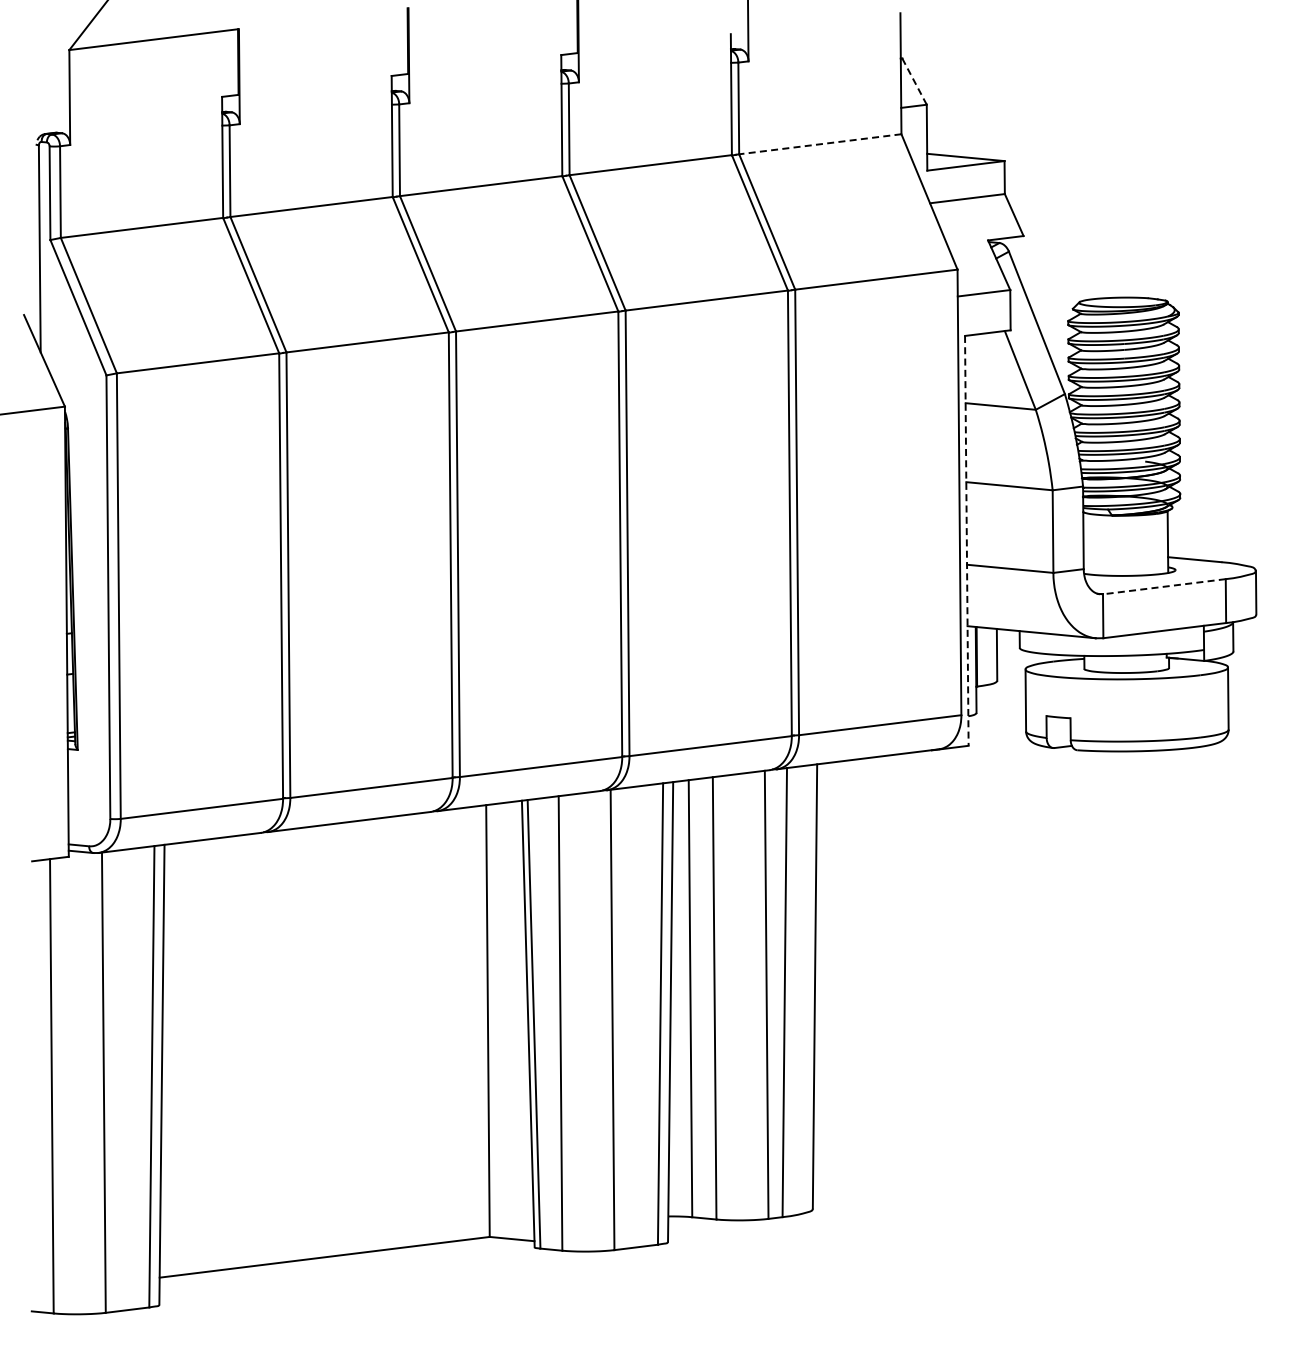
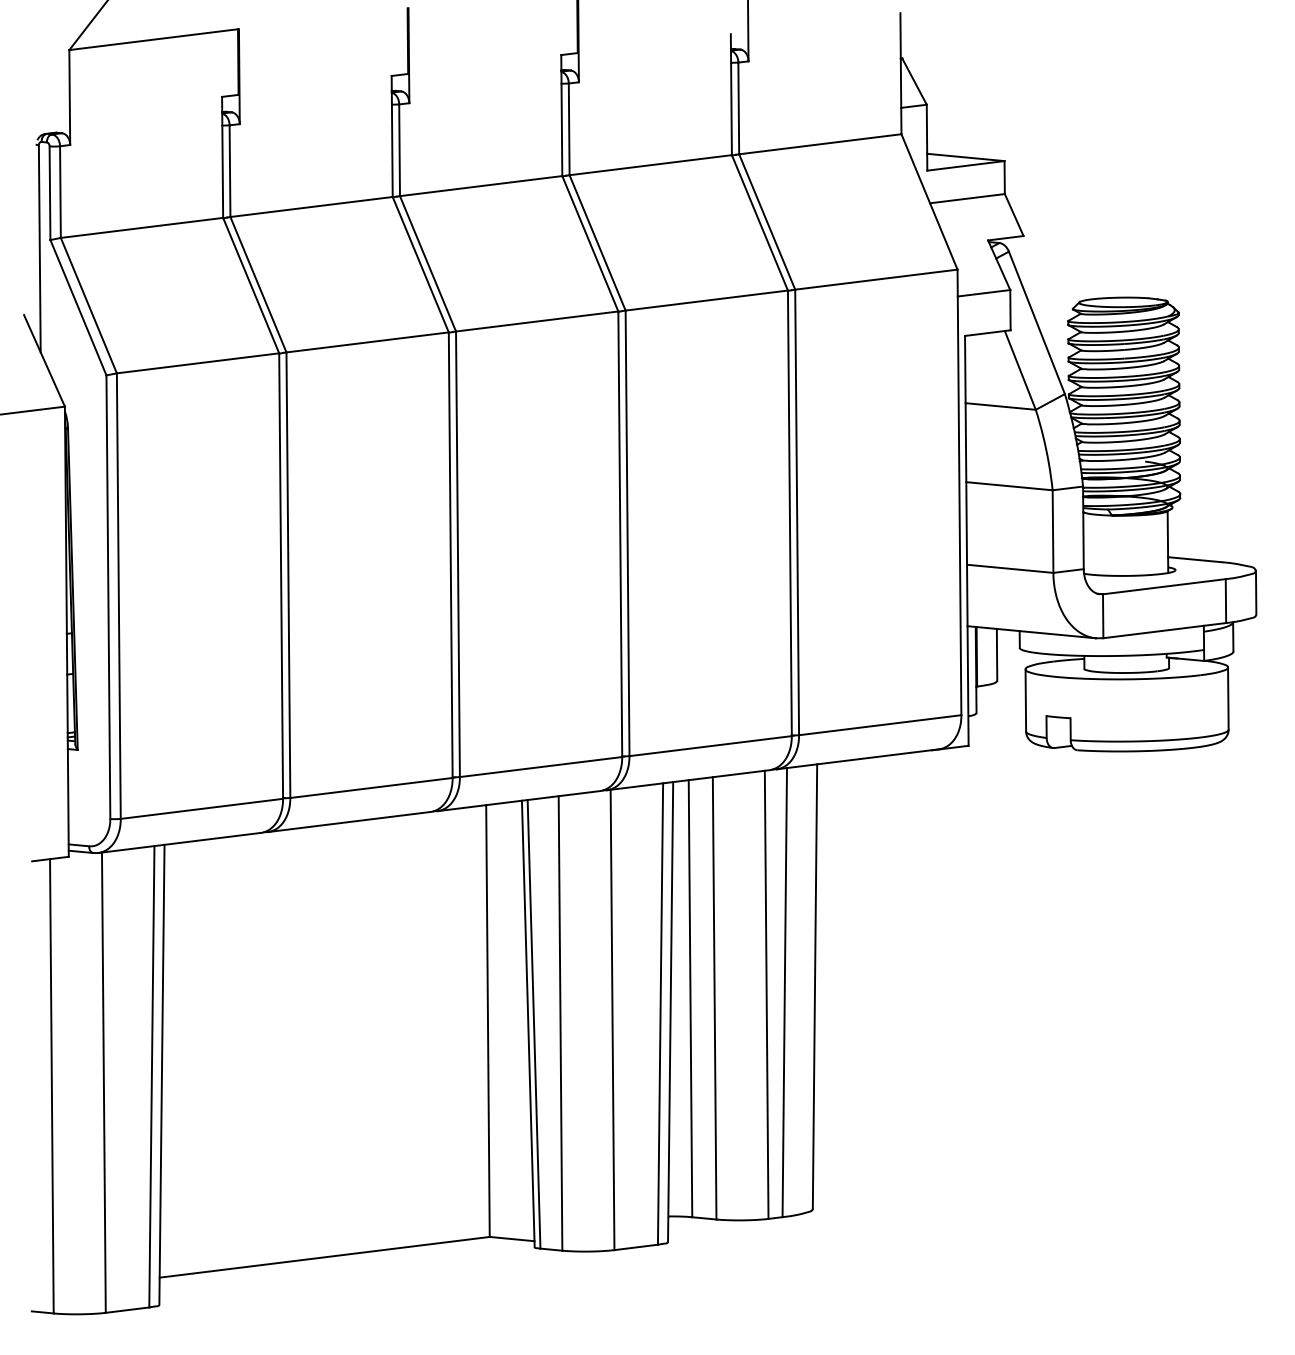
line at (914, 82): dashed -> solid
line at (820, 144): dashed -> solid
line at (966, 540): dashed -> solid
line at (1164, 586): dashed -> solid
